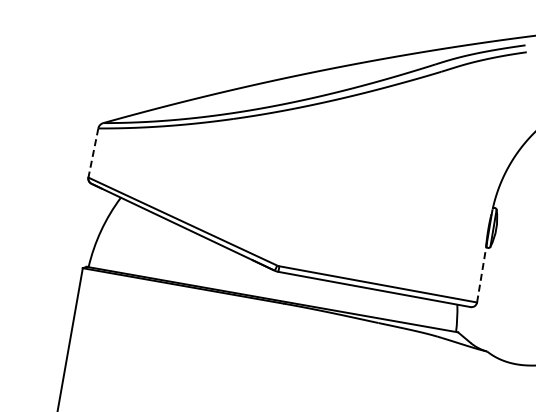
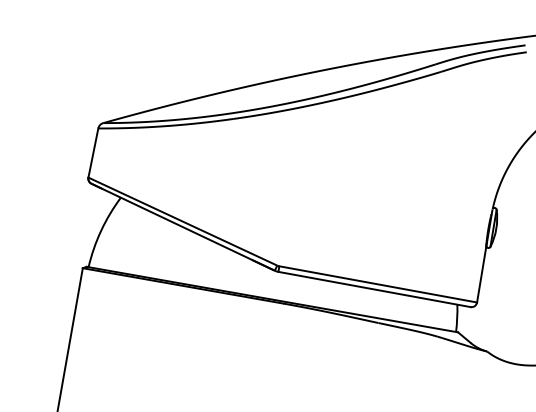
line at (93, 153): dashed -> solid
line at (481, 274): dashed -> solid
